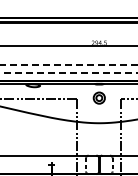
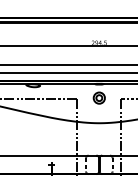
line at (68, 65): dashed -> solid
line at (69, 73): dashed -> solid
